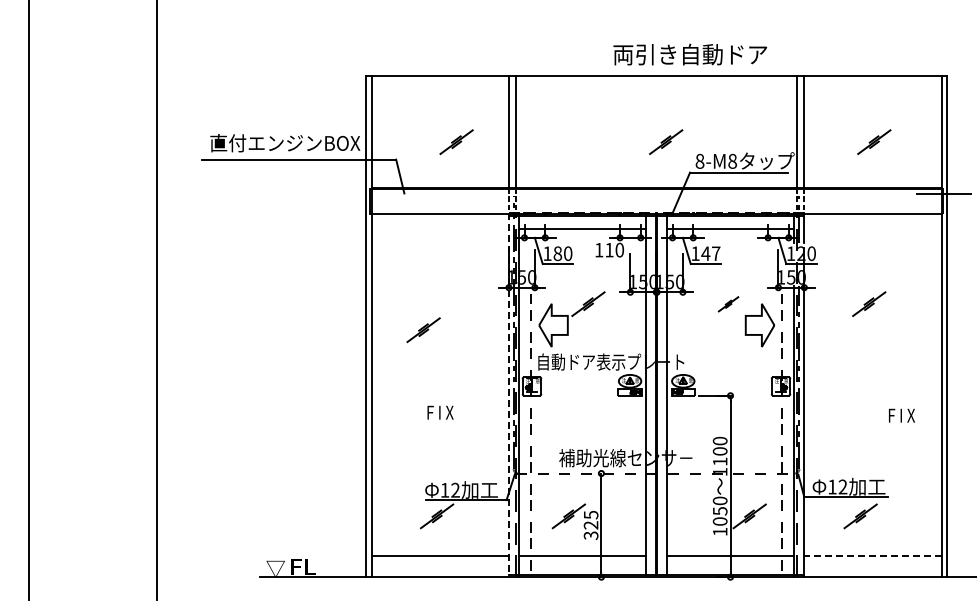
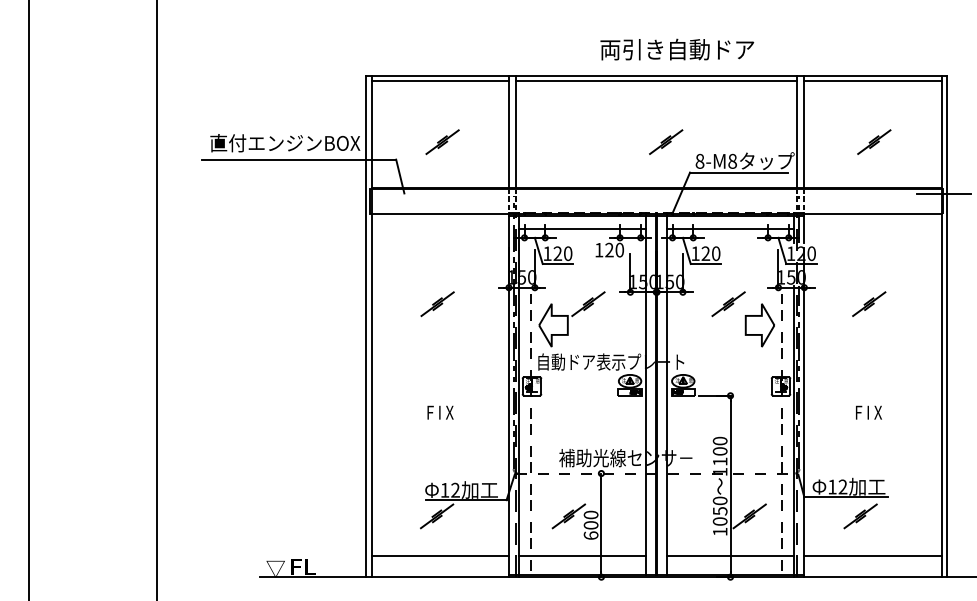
text at (690, 54) position: (690, 54) -> (677, 49)
line at (439, 81): none -> present
line at (656, 81): none -> present
line at (872, 81): none -> present
part at (456, 142) position: (456, 142) -> (442, 142)
text at (609, 249): 110 -> 120
text at (557, 253): 180 -> 120
text at (710, 253): 147 -> 120
part at (728, 304) size: 23x17 px -> 35x27 px
part at (423, 330) position: (423, 330) -> (437, 304)
line at (508, 395): dashed -> solid
text at (901, 415) position: (901, 415) -> (868, 412)
text at (590, 524): 325 -> 600
line at (872, 556): dashed -> solid
